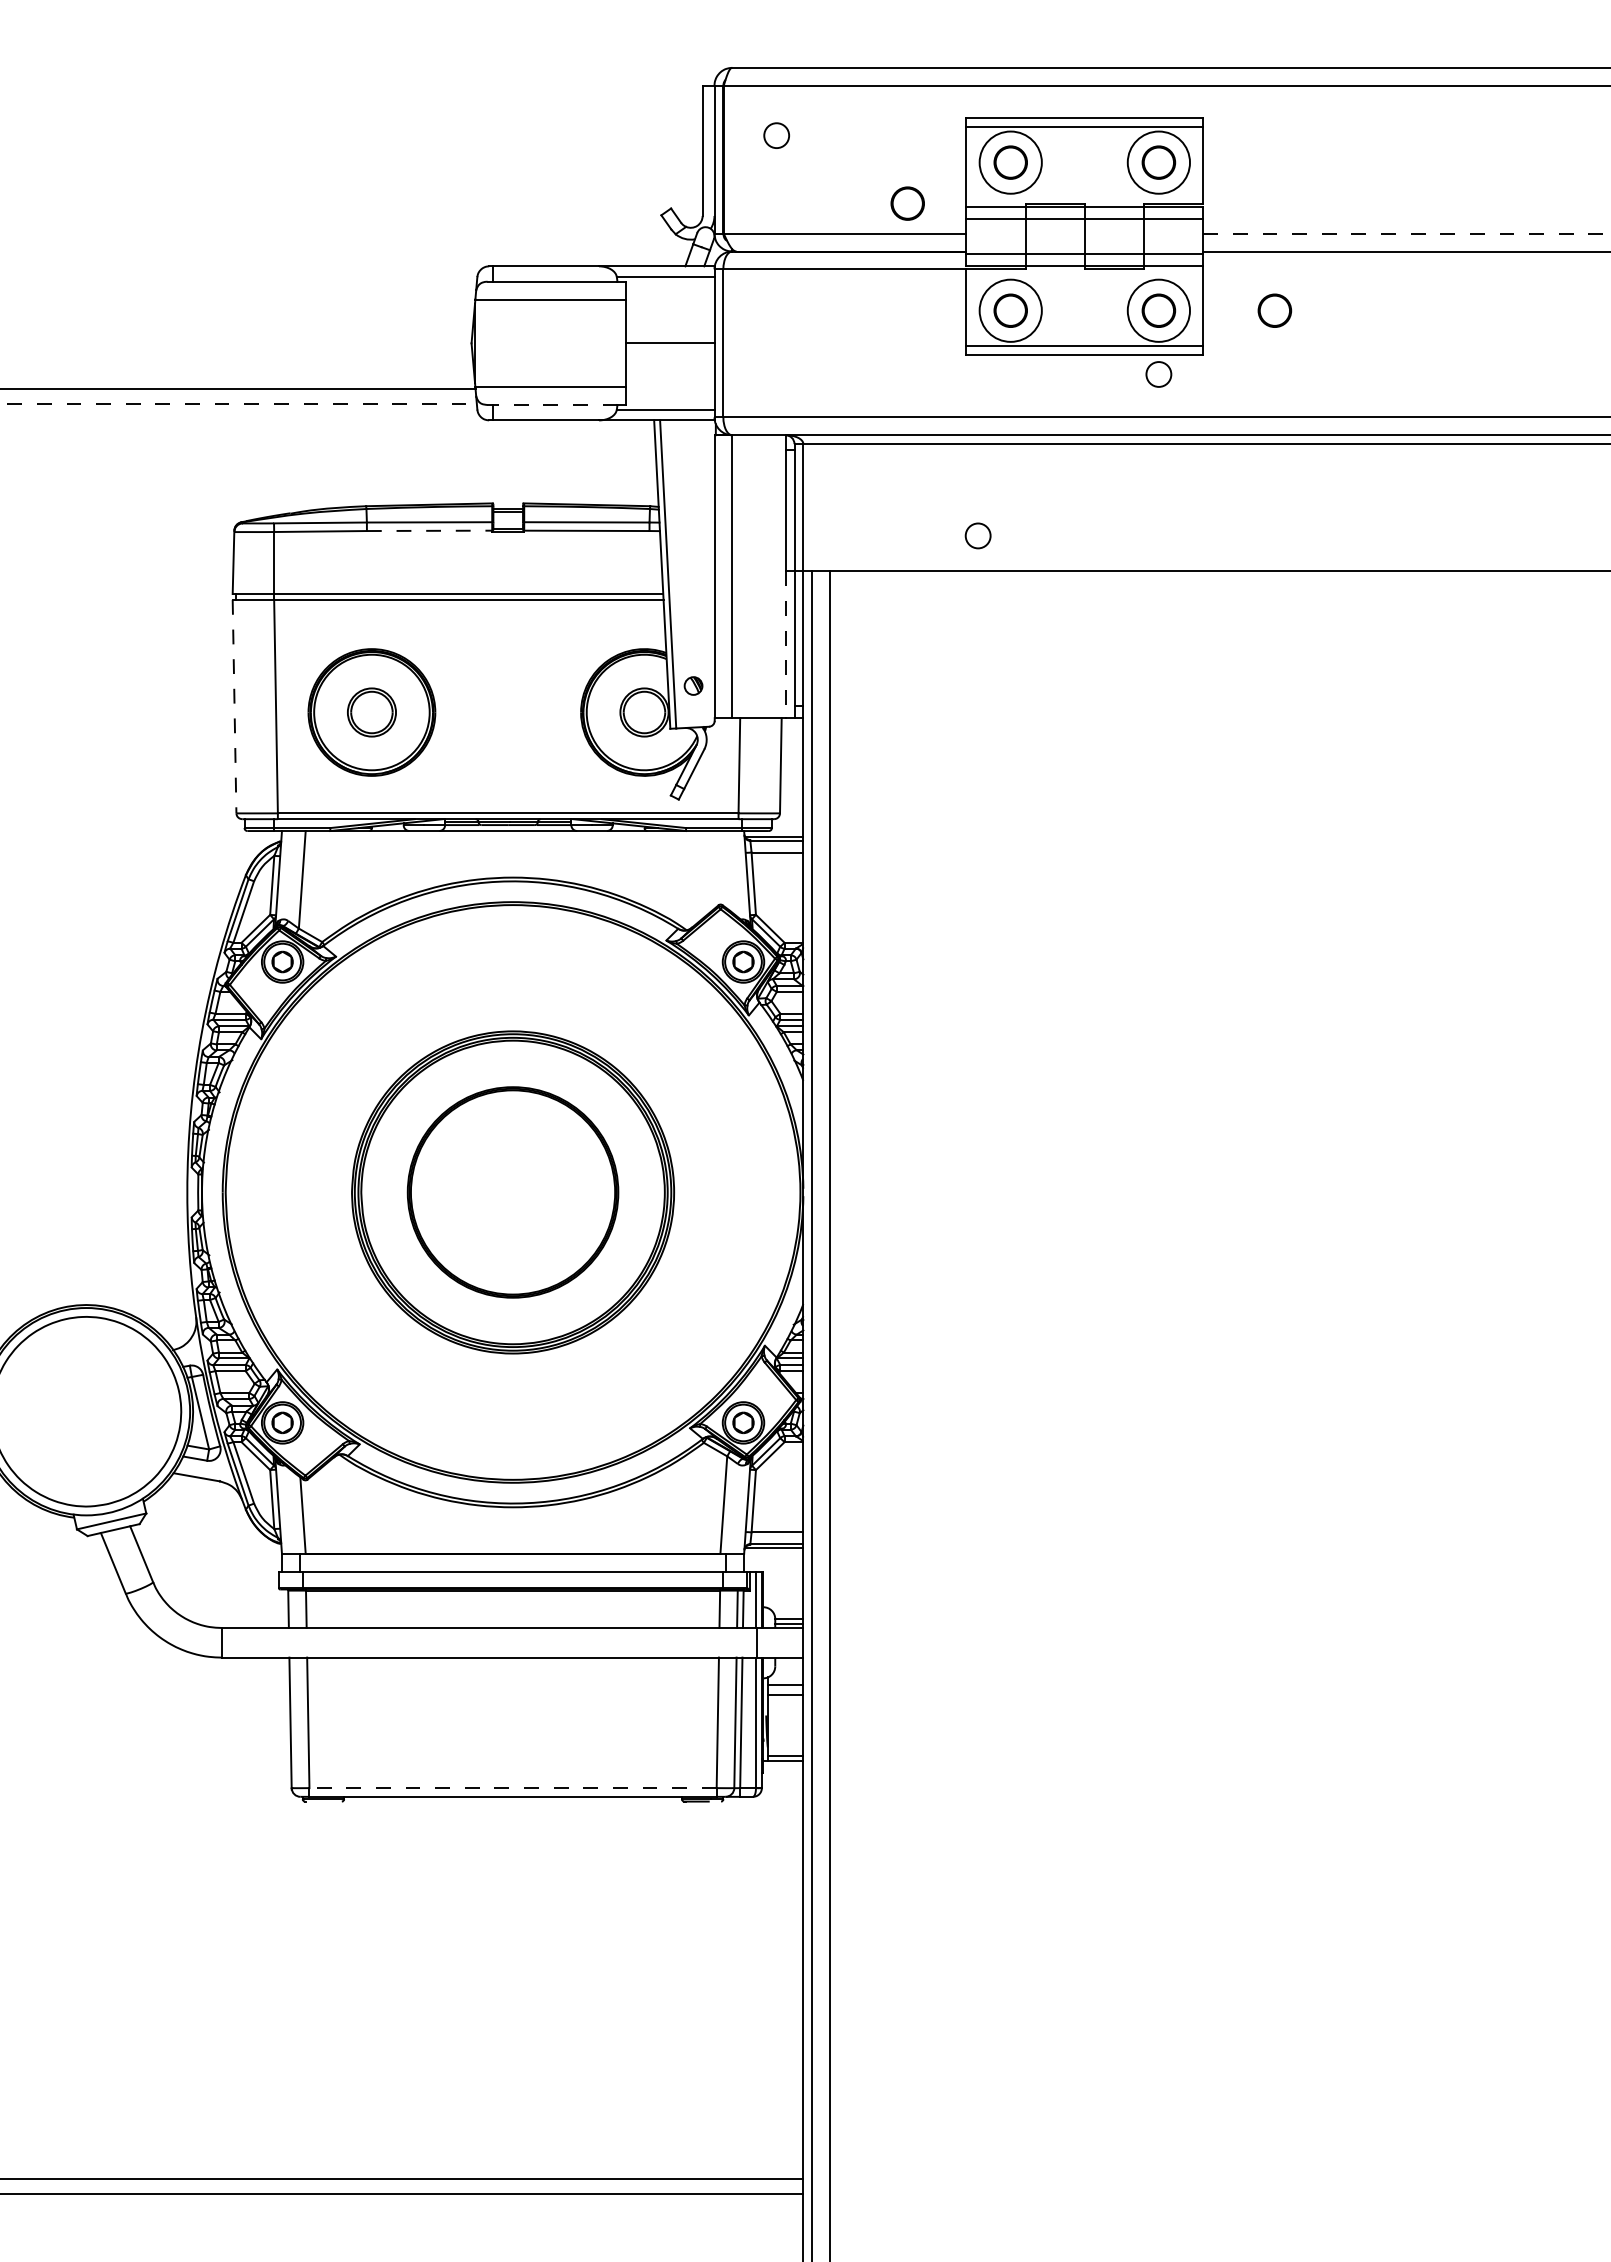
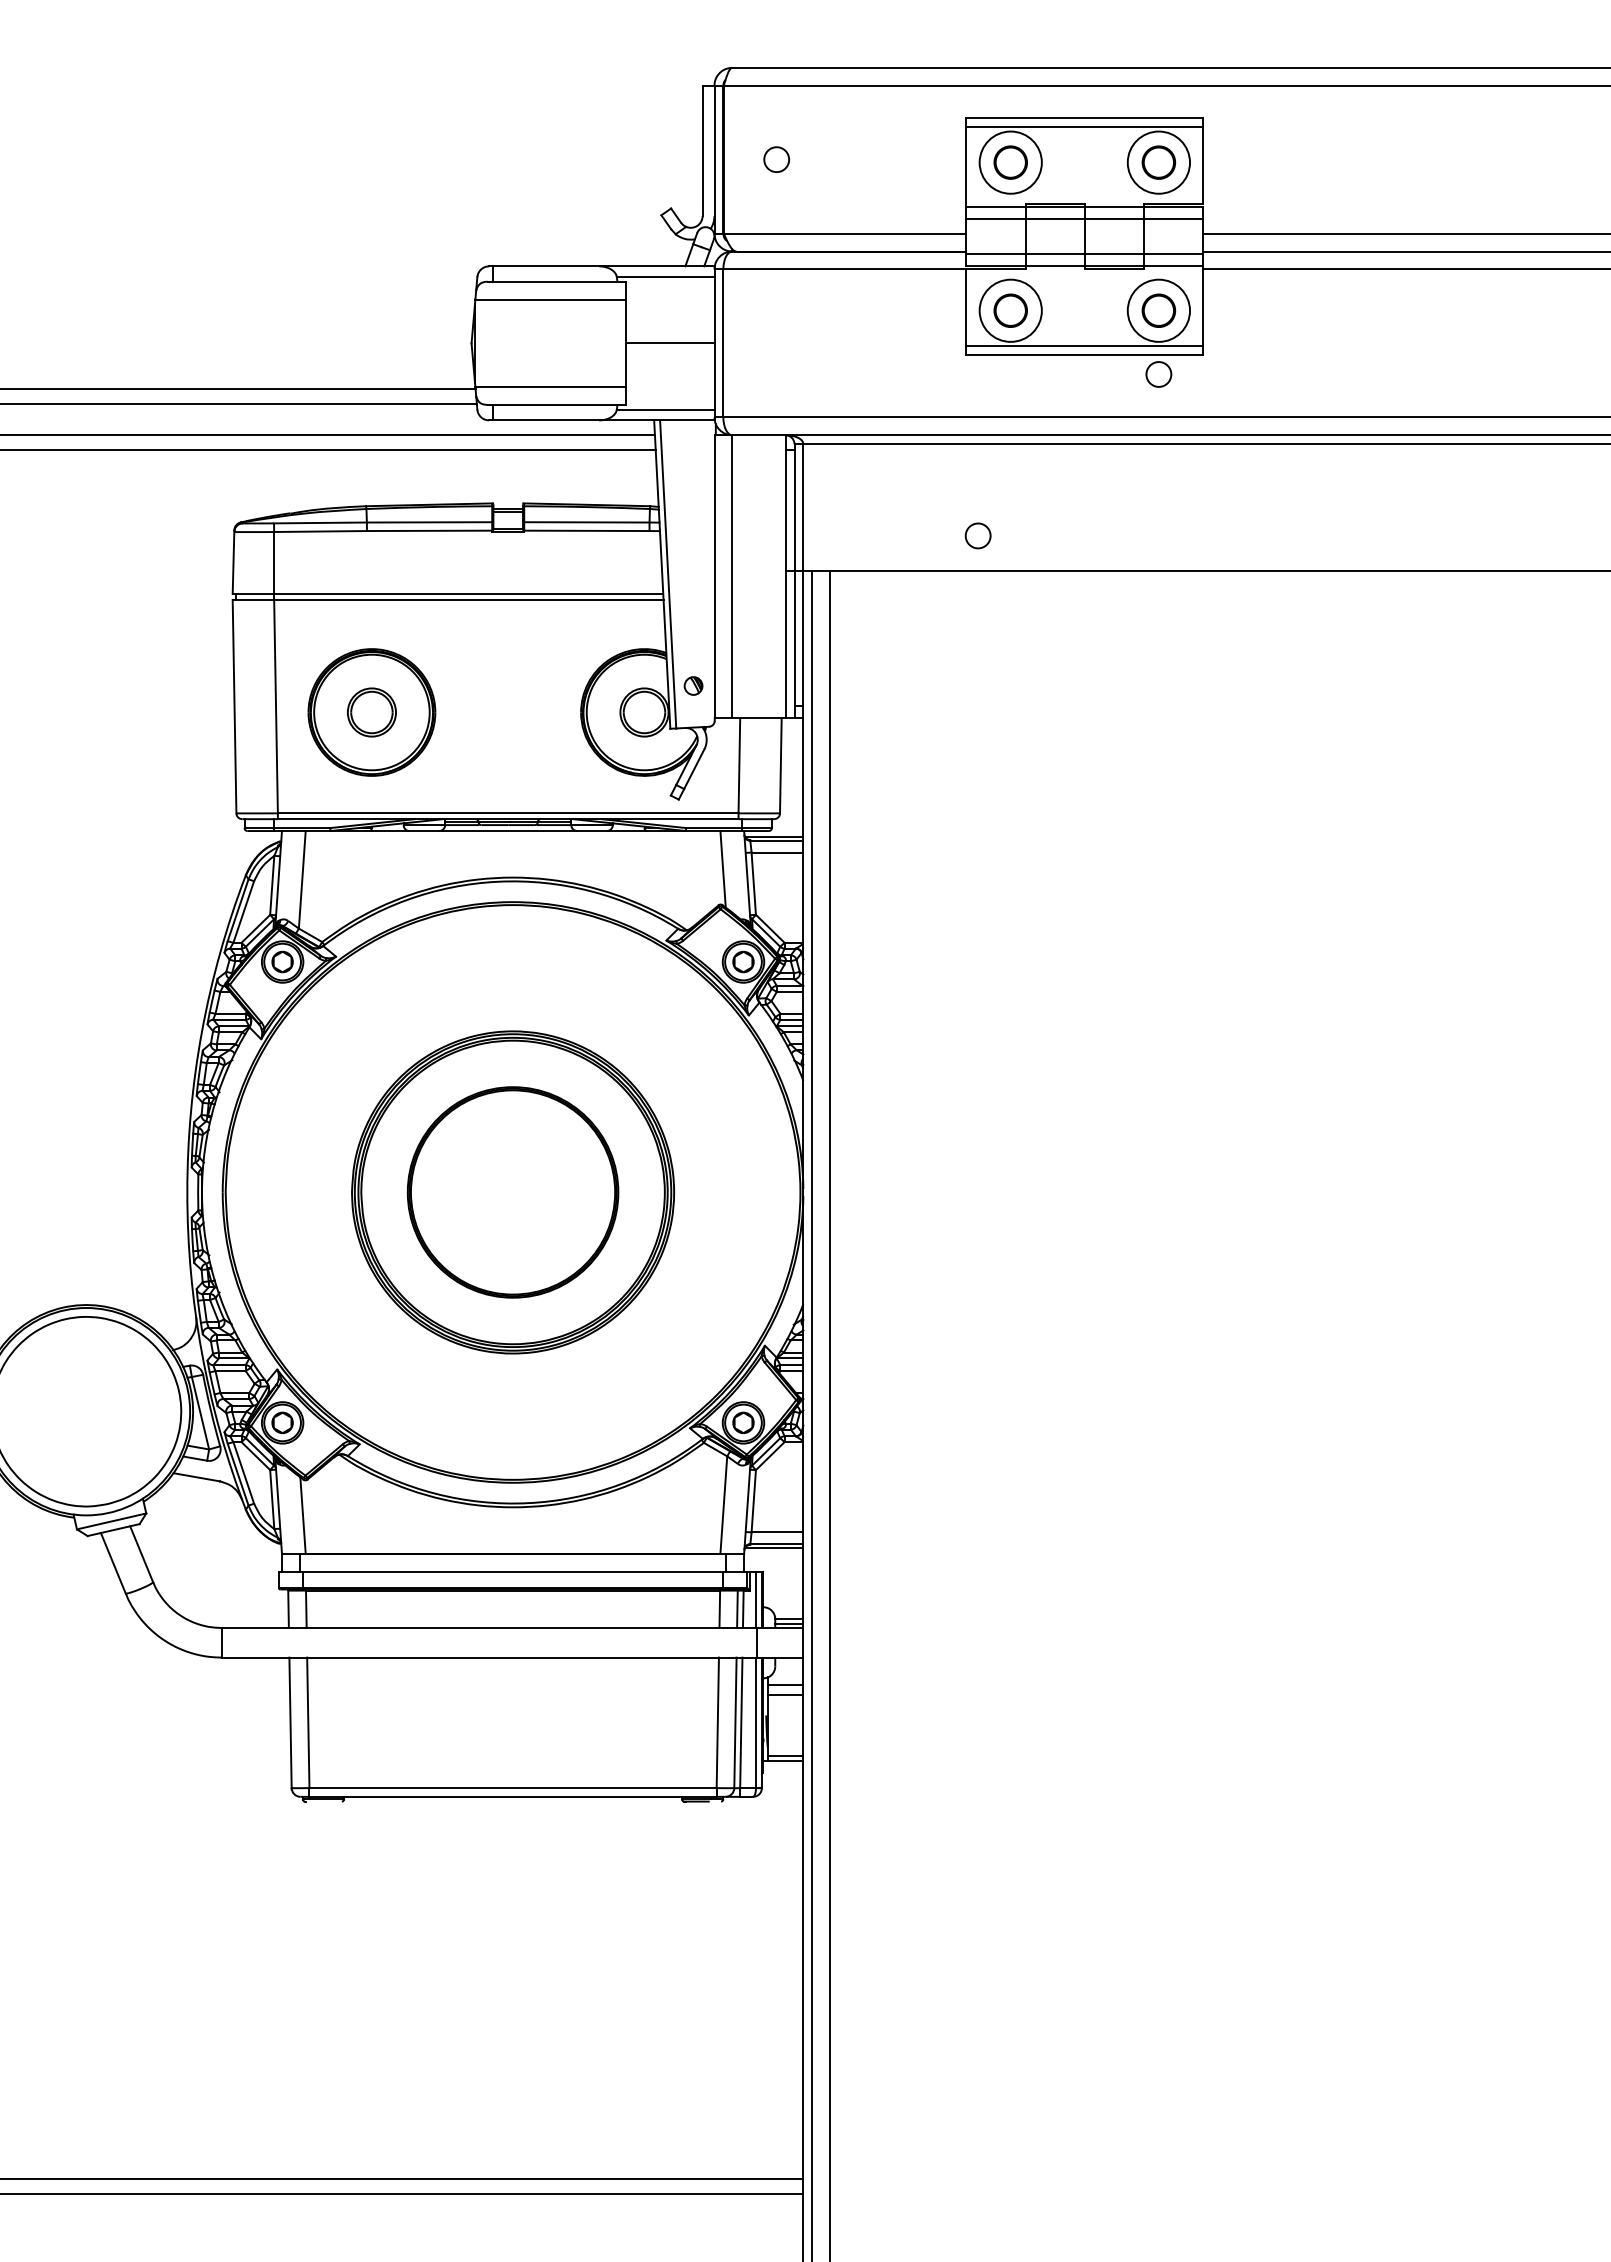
circle at (776, 135) position: (776, 135) -> (776, 159)
circle at (907, 203): present -> none
line at (1407, 233): dashed -> solid
line at (1405, 269): none -> present
part at (1274, 310): present -> none
line at (238, 403): dashed -> solid
line at (554, 405): dashed -> solid
line at (328, 434): none -> present
line at (328, 449): none -> present
line at (429, 530): dashed -> solid
line at (785, 645): dashed -> solid
line at (234, 706): dashed -> solid
line at (722, 869): none -> present
line at (513, 1788): dashed -> solid
